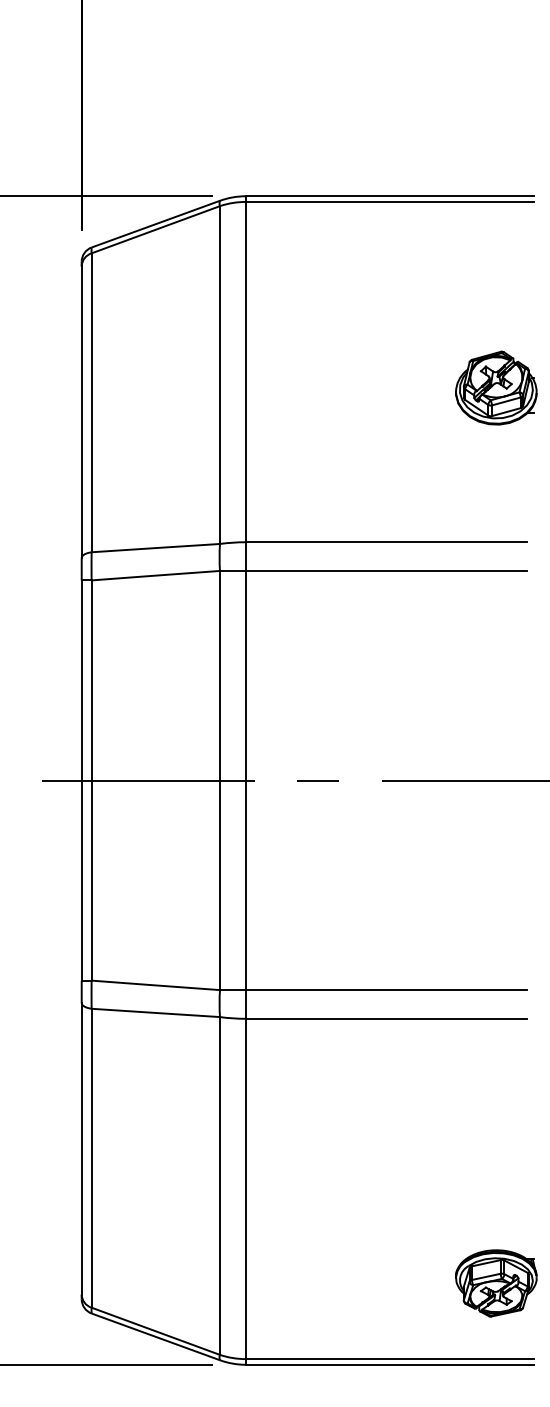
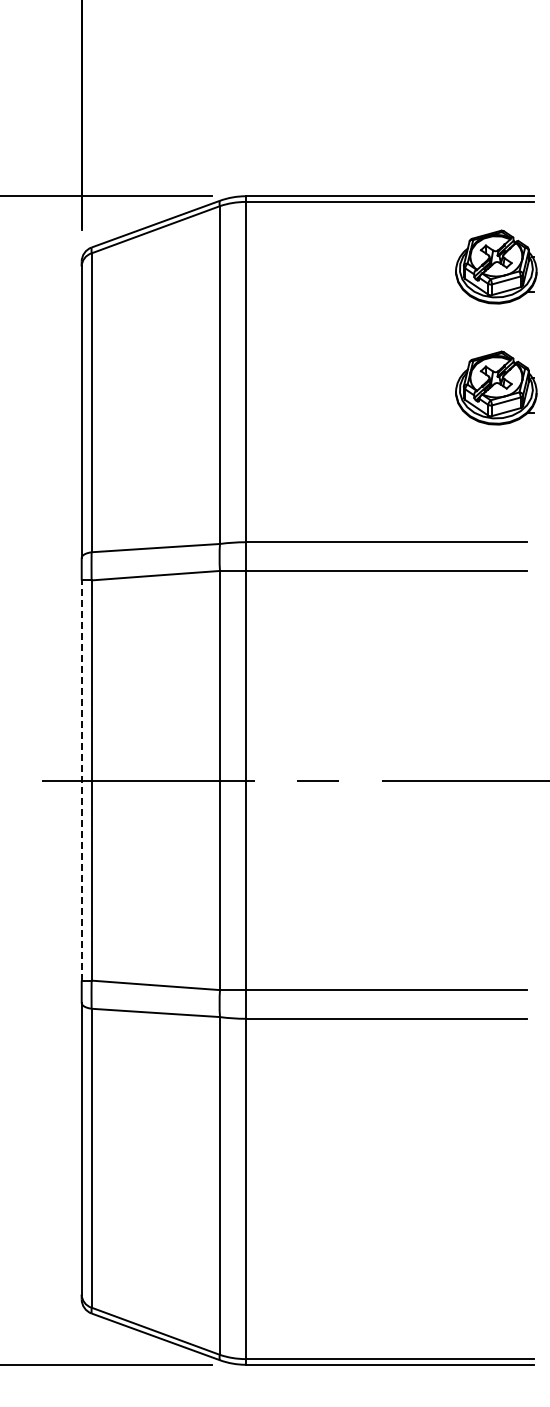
part at (496, 266): none -> present
line at (81, 780): solid -> dashed
part at (496, 1283): present -> none
